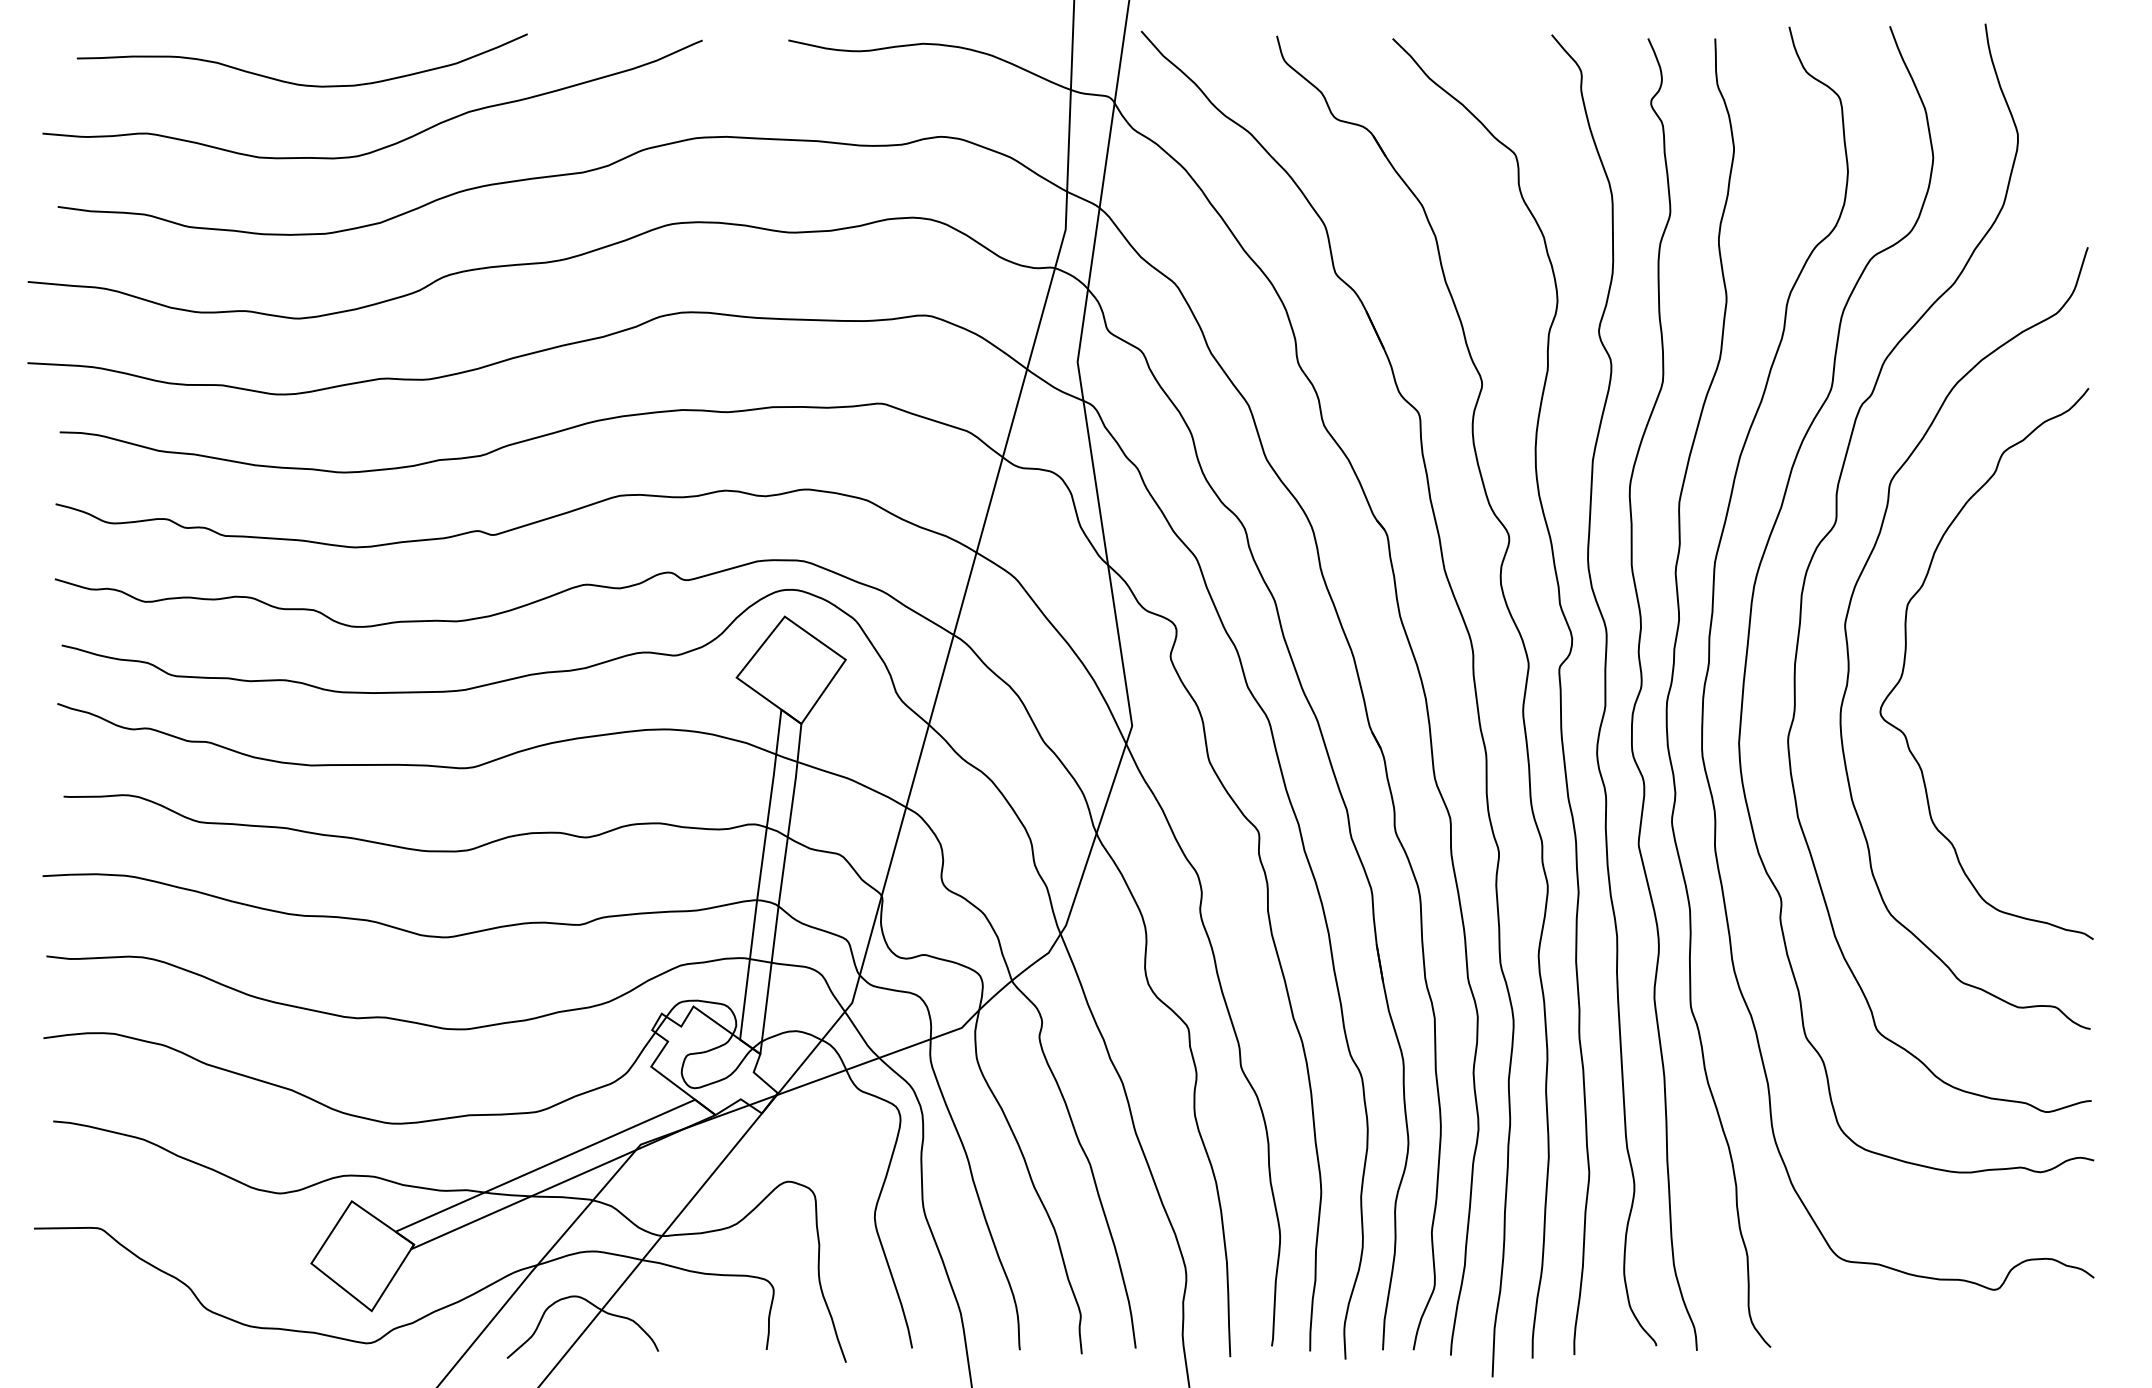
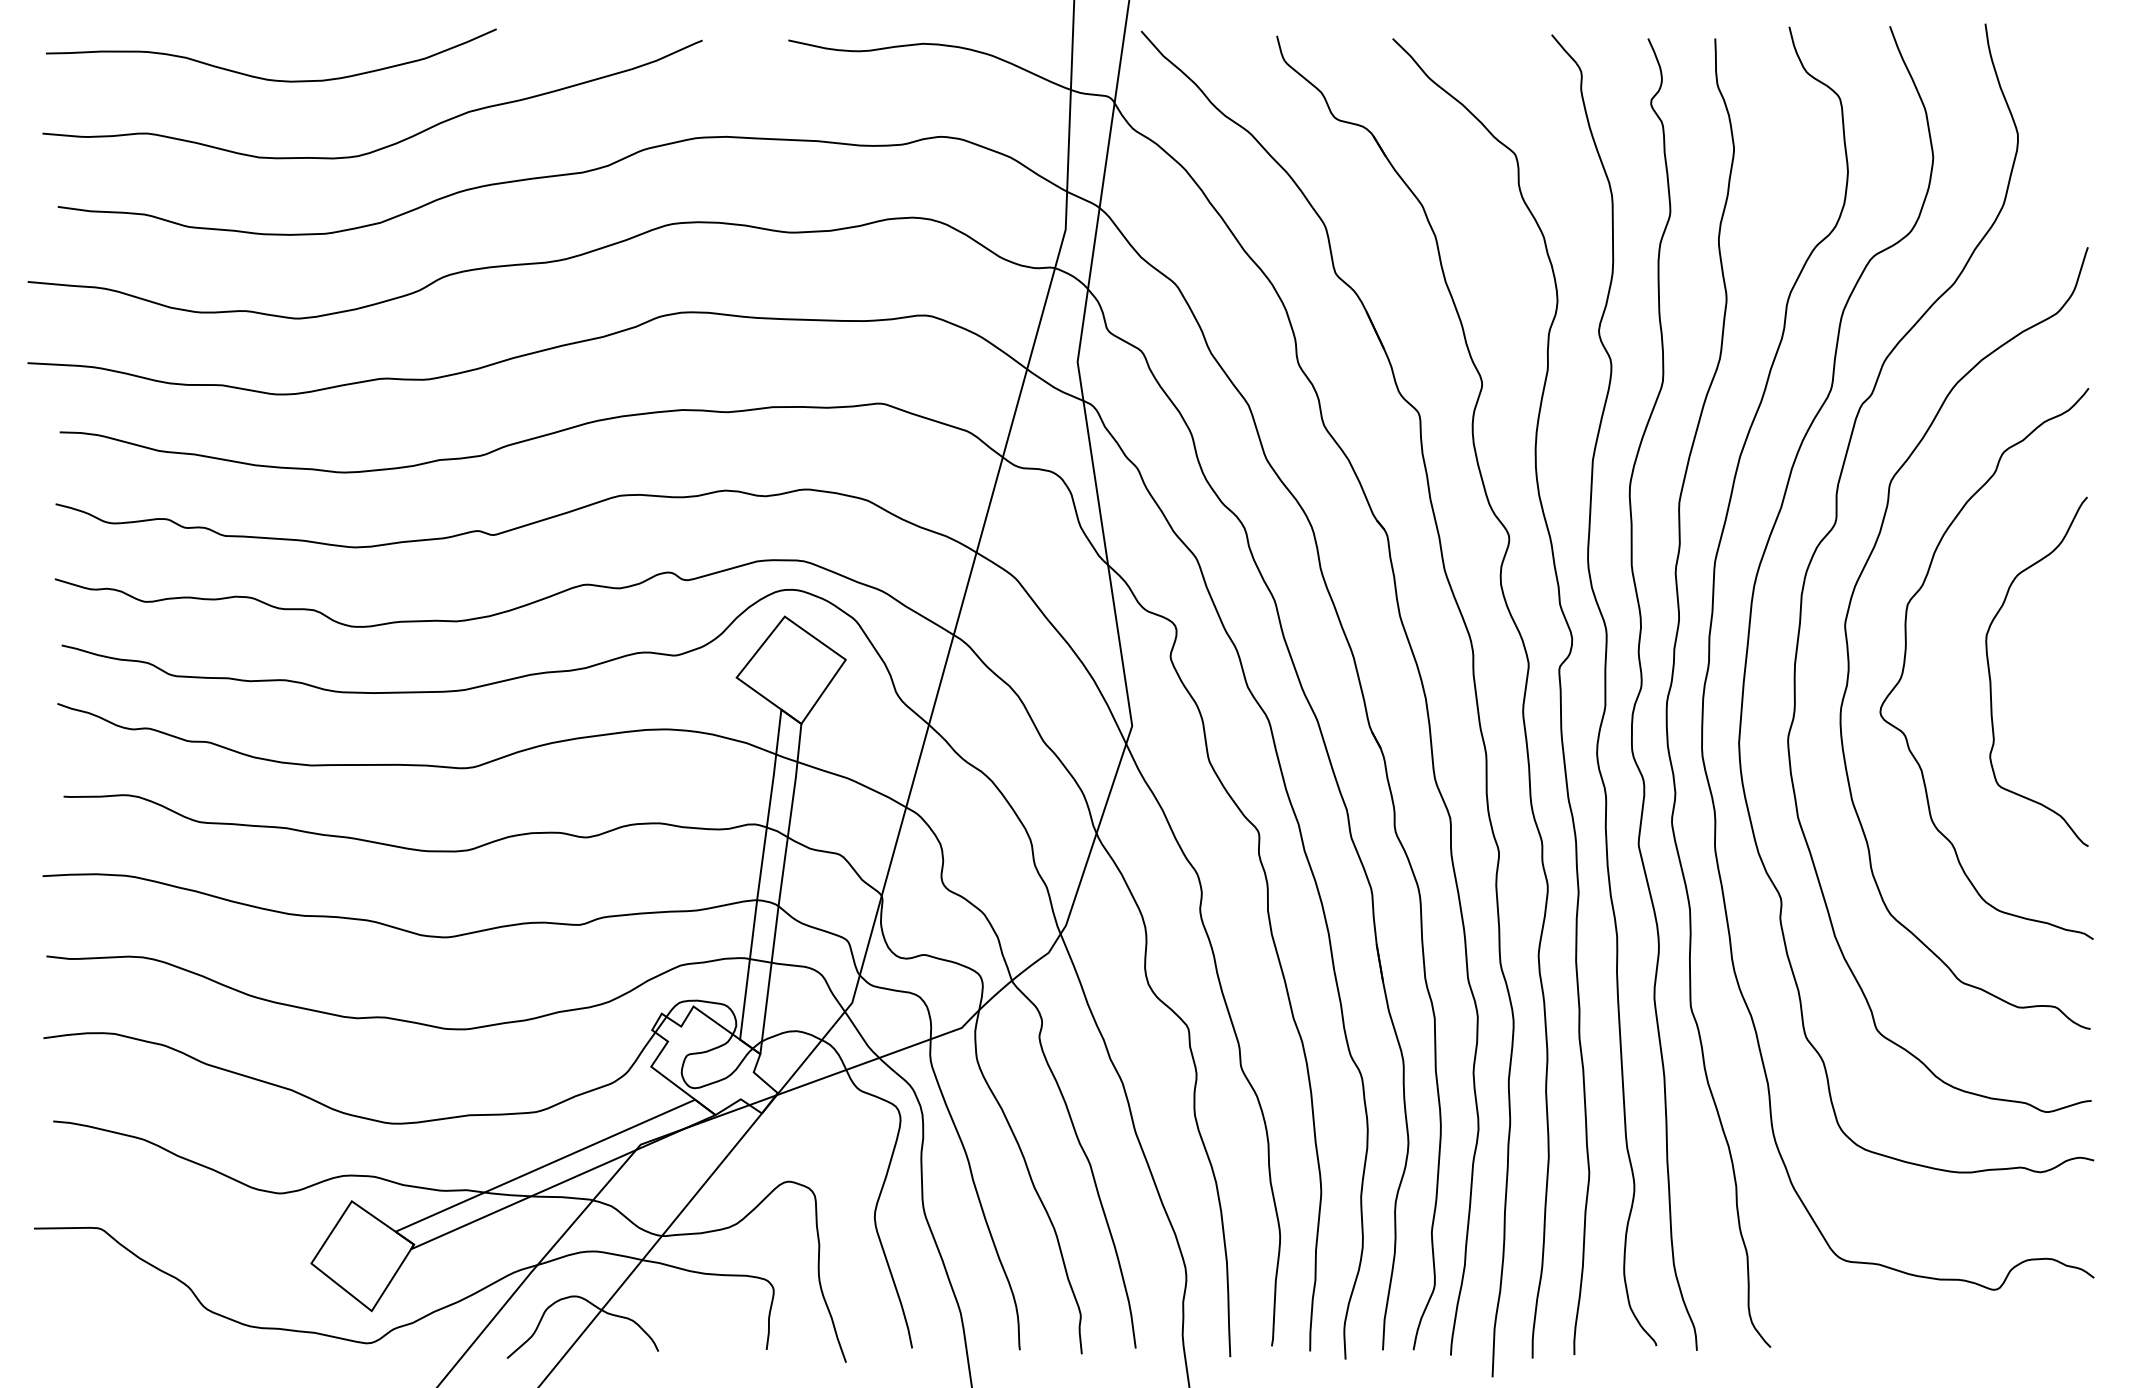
curve at (298, 83) position: (298, 83) -> (267, 78)
curve at (1991, 680): none -> present
